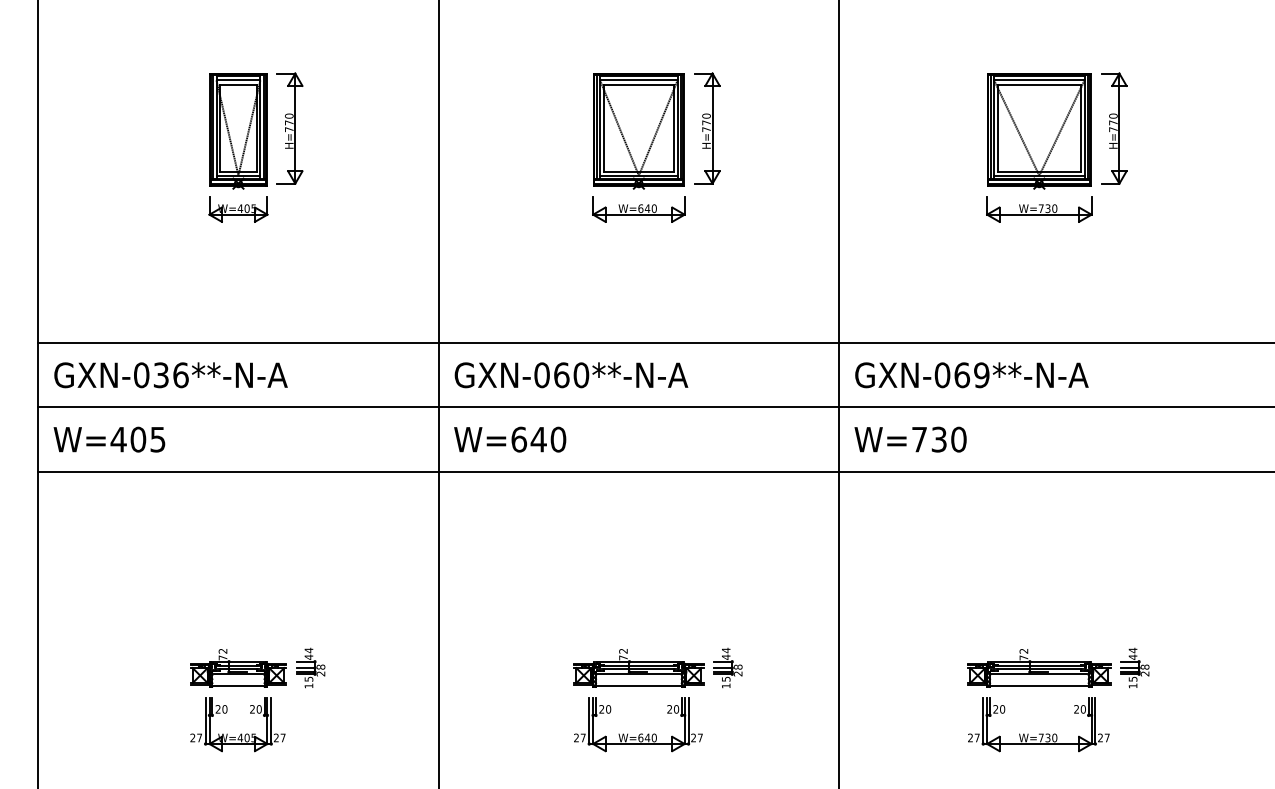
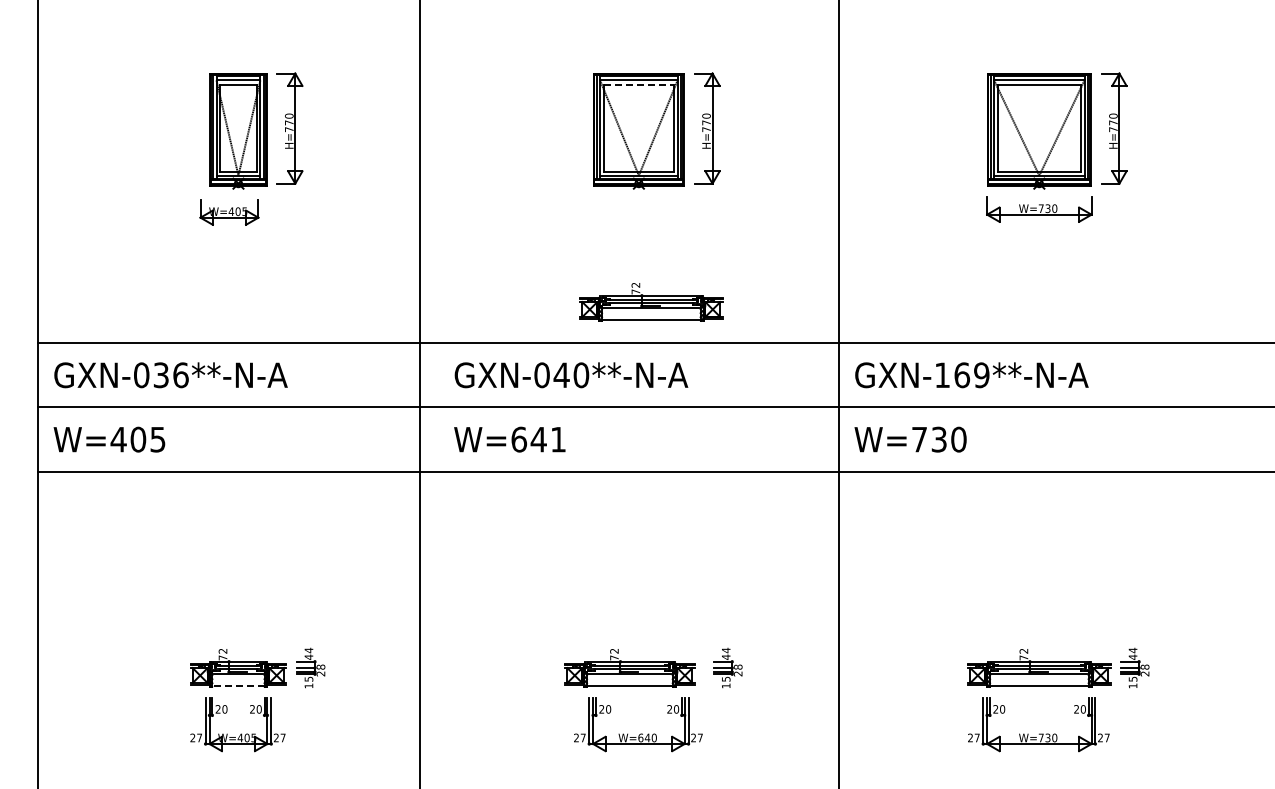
line at (639, 84): solid -> dashed
part at (238, 209) position: (238, 209) -> (229, 212)
part at (638, 209): present -> none
part at (651, 302): none -> present
text at (561, 375): GXN-060**-N-A -> GXN-040**-N-A
text at (942, 375): GXN-069**-N-A -> GXN-169**-N-A
line at (438, 393) position: (438, 393) -> (419, 393)
text at (558, 439): W=640 -> W=641
part at (638, 668) position: (638, 668) -> (629, 668)
line at (237, 686): solid -> dashed
